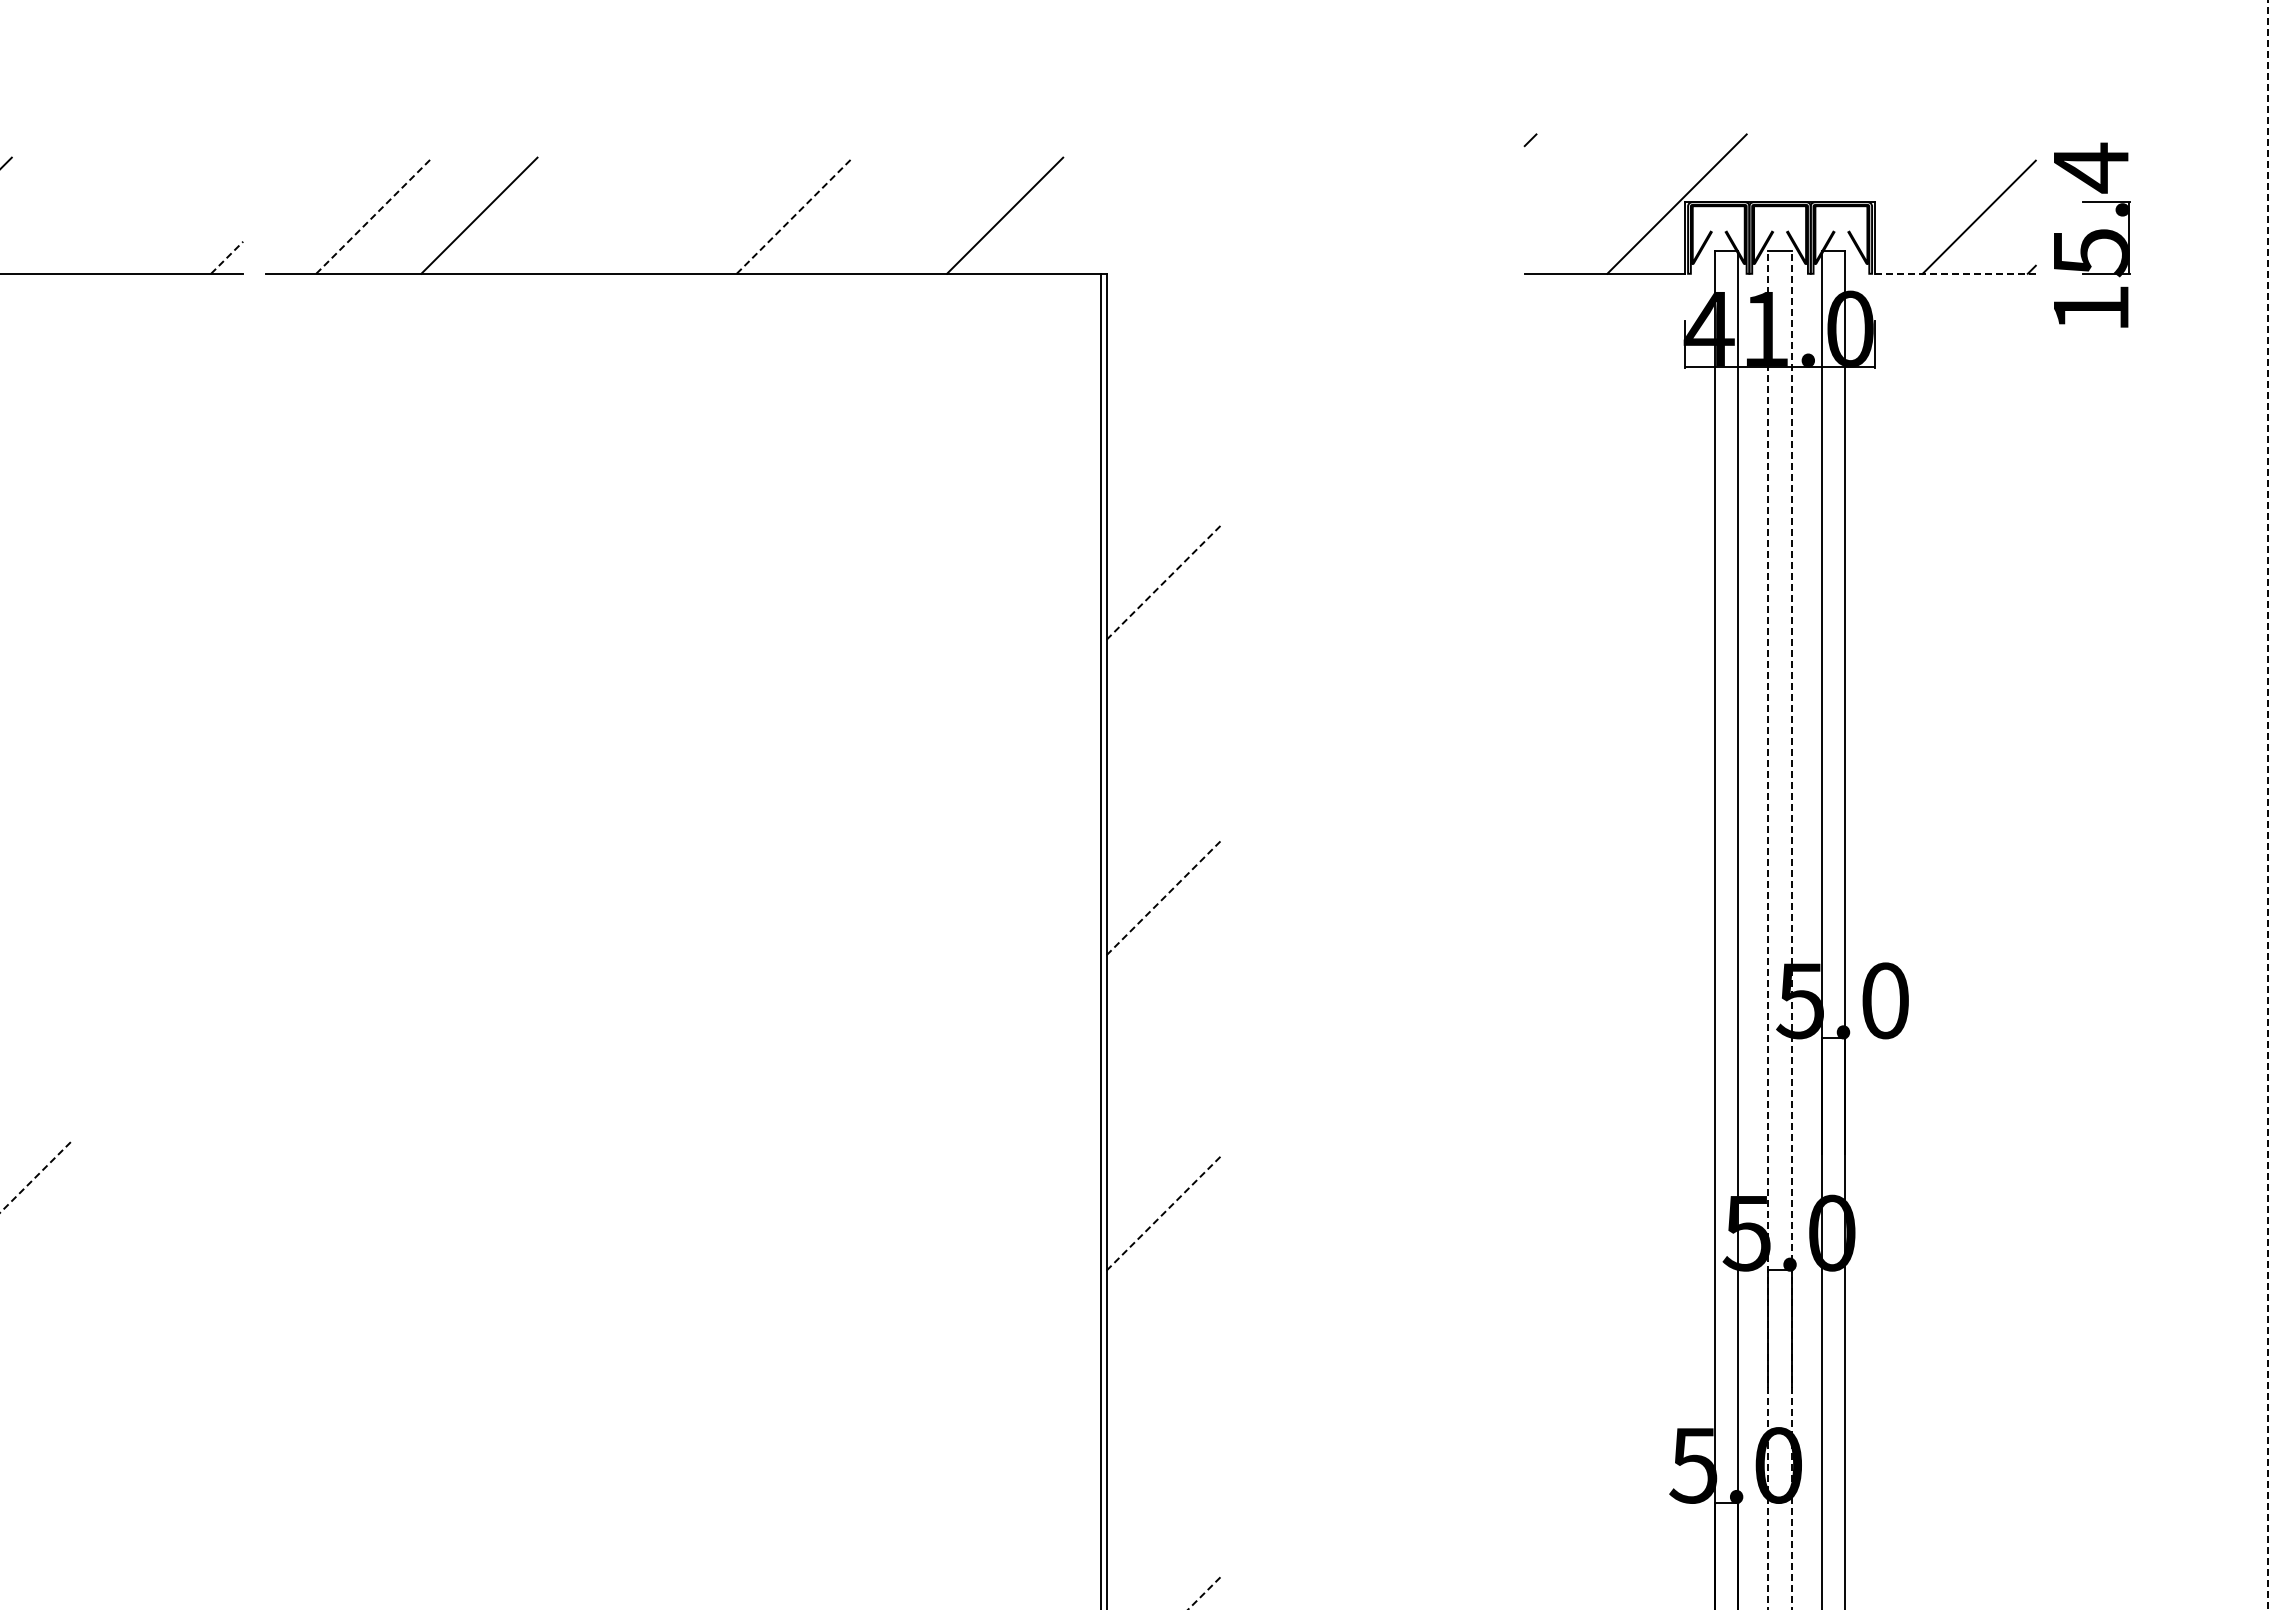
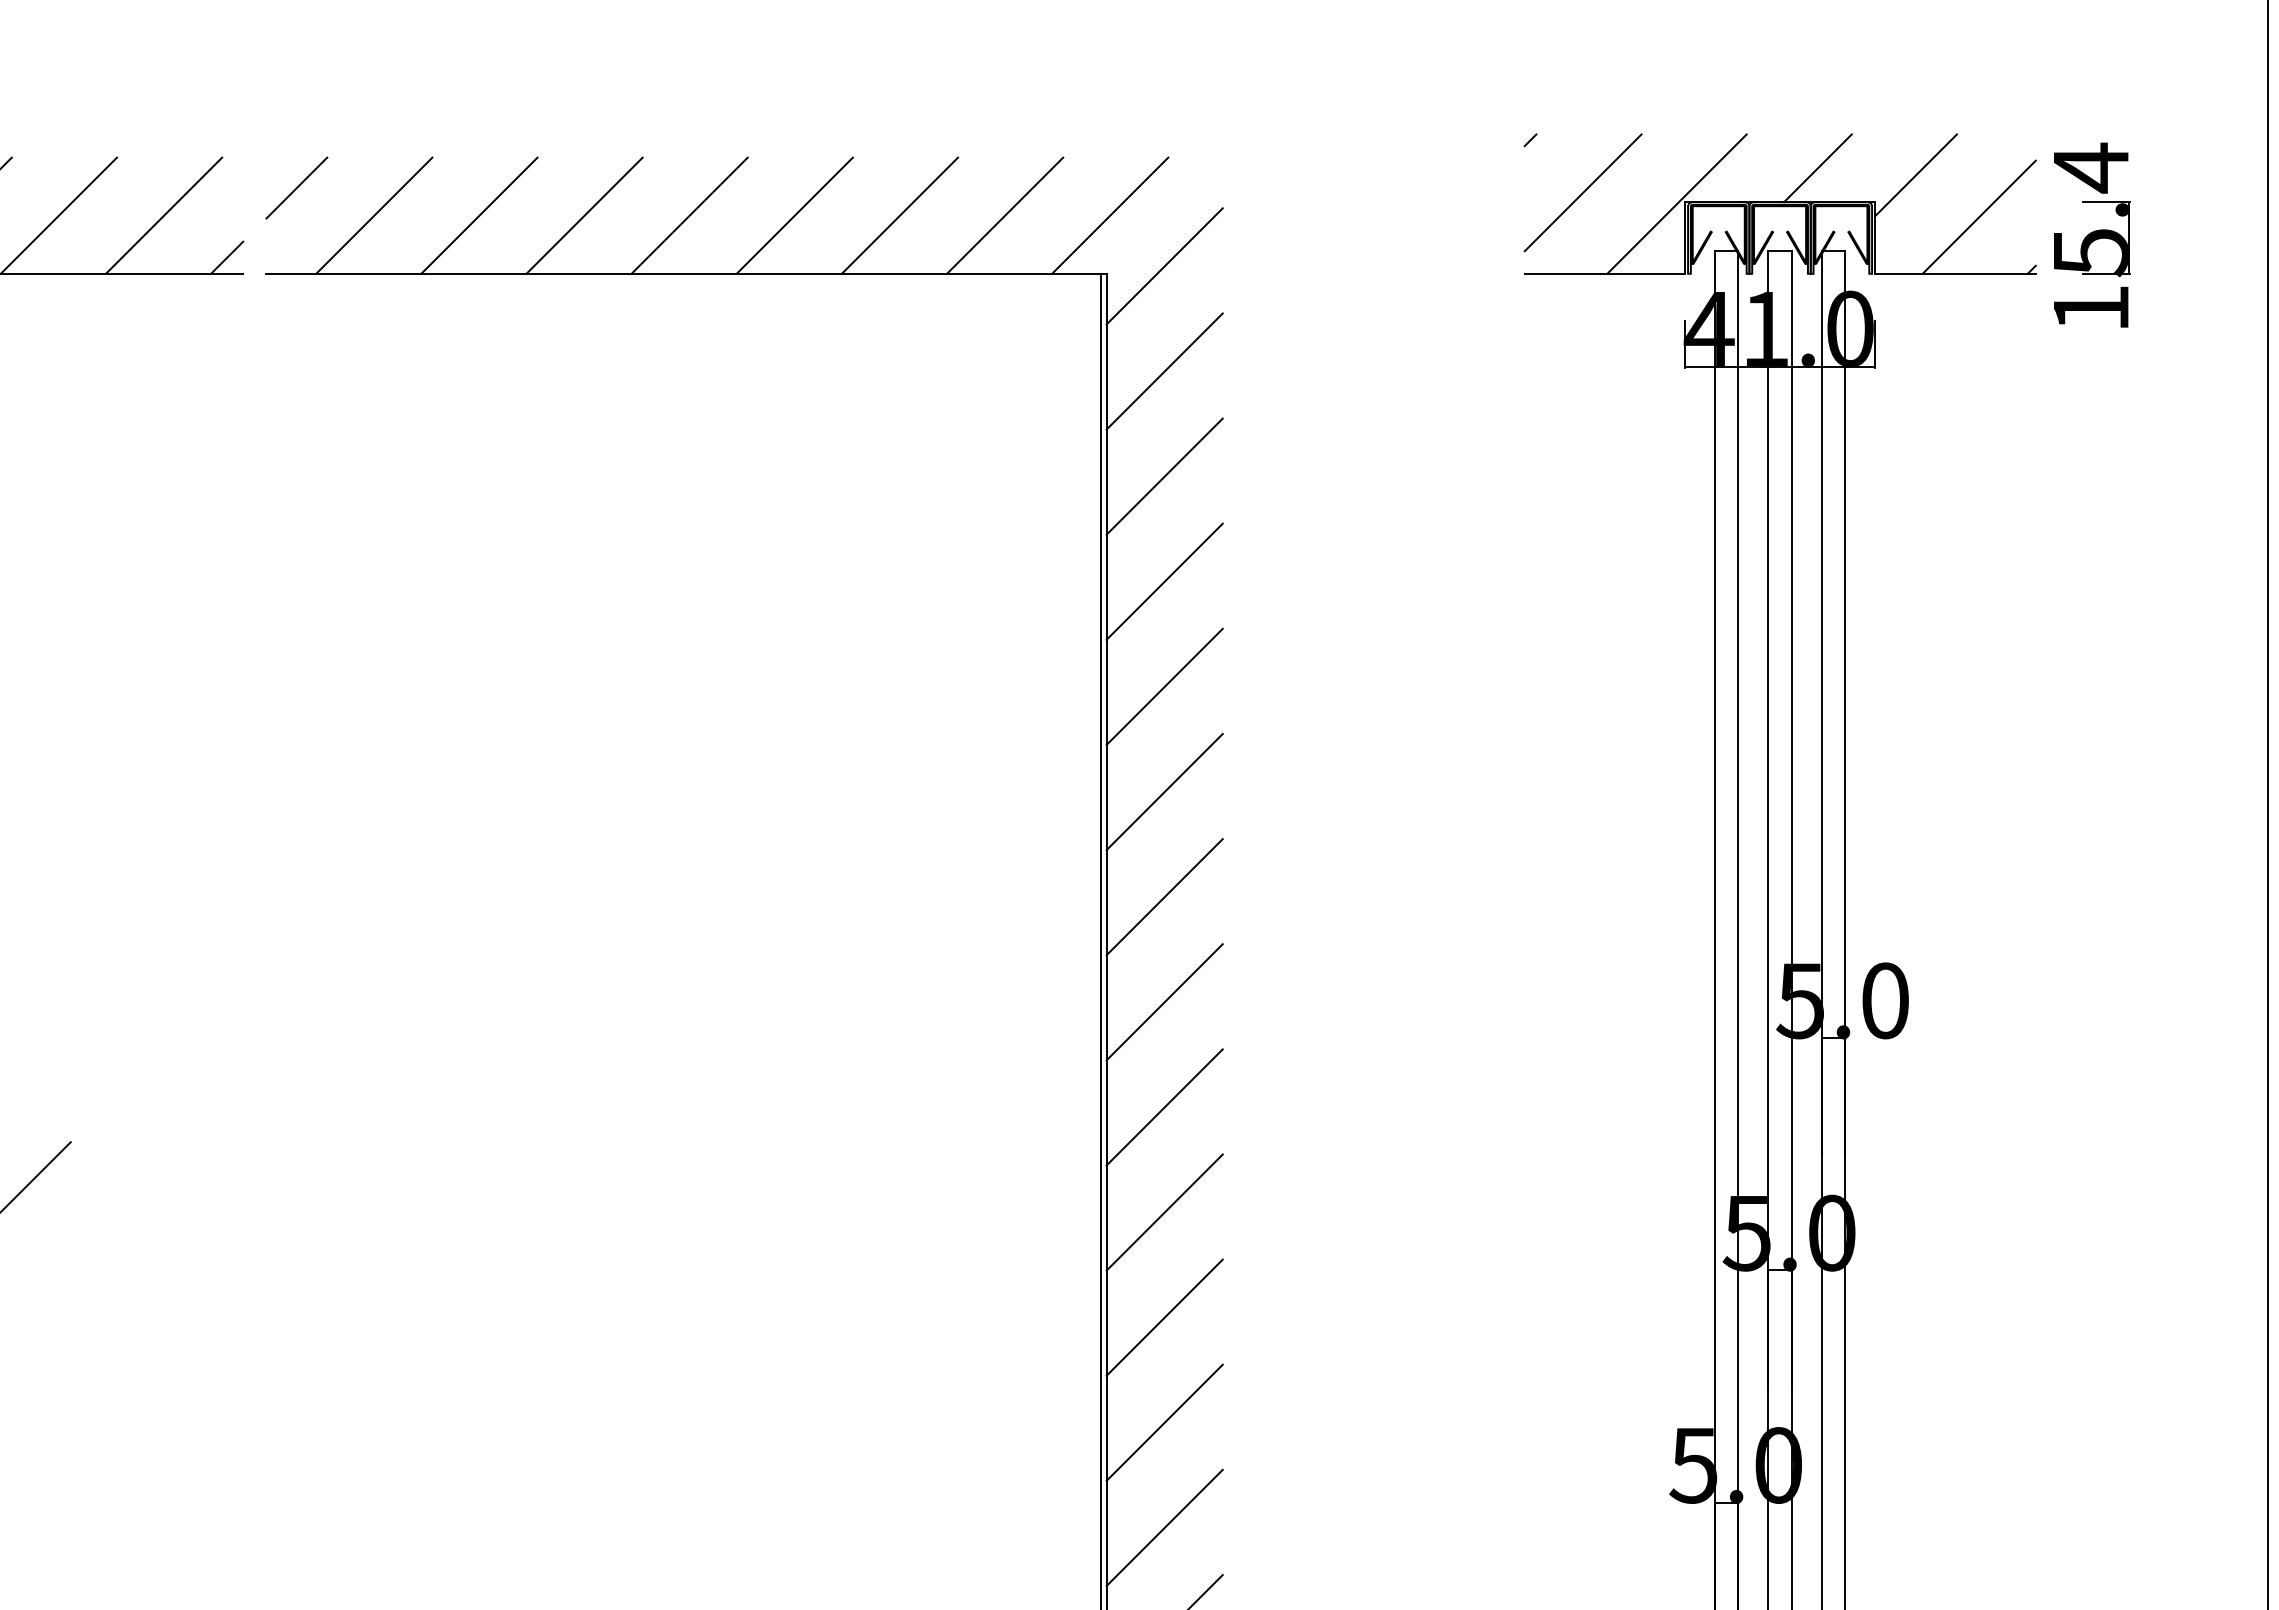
line at (1817, 168): none -> present
line at (1915, 175): none -> present
line at (296, 187): none -> present
line at (1582, 192): none -> present
line at (59, 214): none -> present
line at (163, 215): none -> present
line at (374, 215): dashed -> solid
line at (584, 215): none -> present
line at (689, 215): none -> present
line at (795, 215): dashed -> solid
line at (899, 215): none -> present
line at (1110, 215): none -> present
line at (227, 257): dashed -> solid
line at (1164, 266): none -> present
line at (1956, 273): dashed -> solid
line at (1164, 371): none -> present
line at (1164, 476): none -> present
line at (1165, 581): dashed -> solid
line at (1164, 686): none -> present
line at (1164, 791): none -> present
line at (2268, 804): dashed -> solid
line at (1165, 896): dashed -> solid
line at (1768, 929): dashed -> solid
line at (1791, 929): dashed -> solid
line at (1164, 1002): none -> present
line at (1164, 1107): none -> present
line at (35, 1177): dashed -> solid
line at (1165, 1212): dashed -> solid
line at (1164, 1317): none -> present
line at (1164, 1422): none -> present
line at (1164, 1527): none -> present
line at (1205, 1591): dashed -> solid
